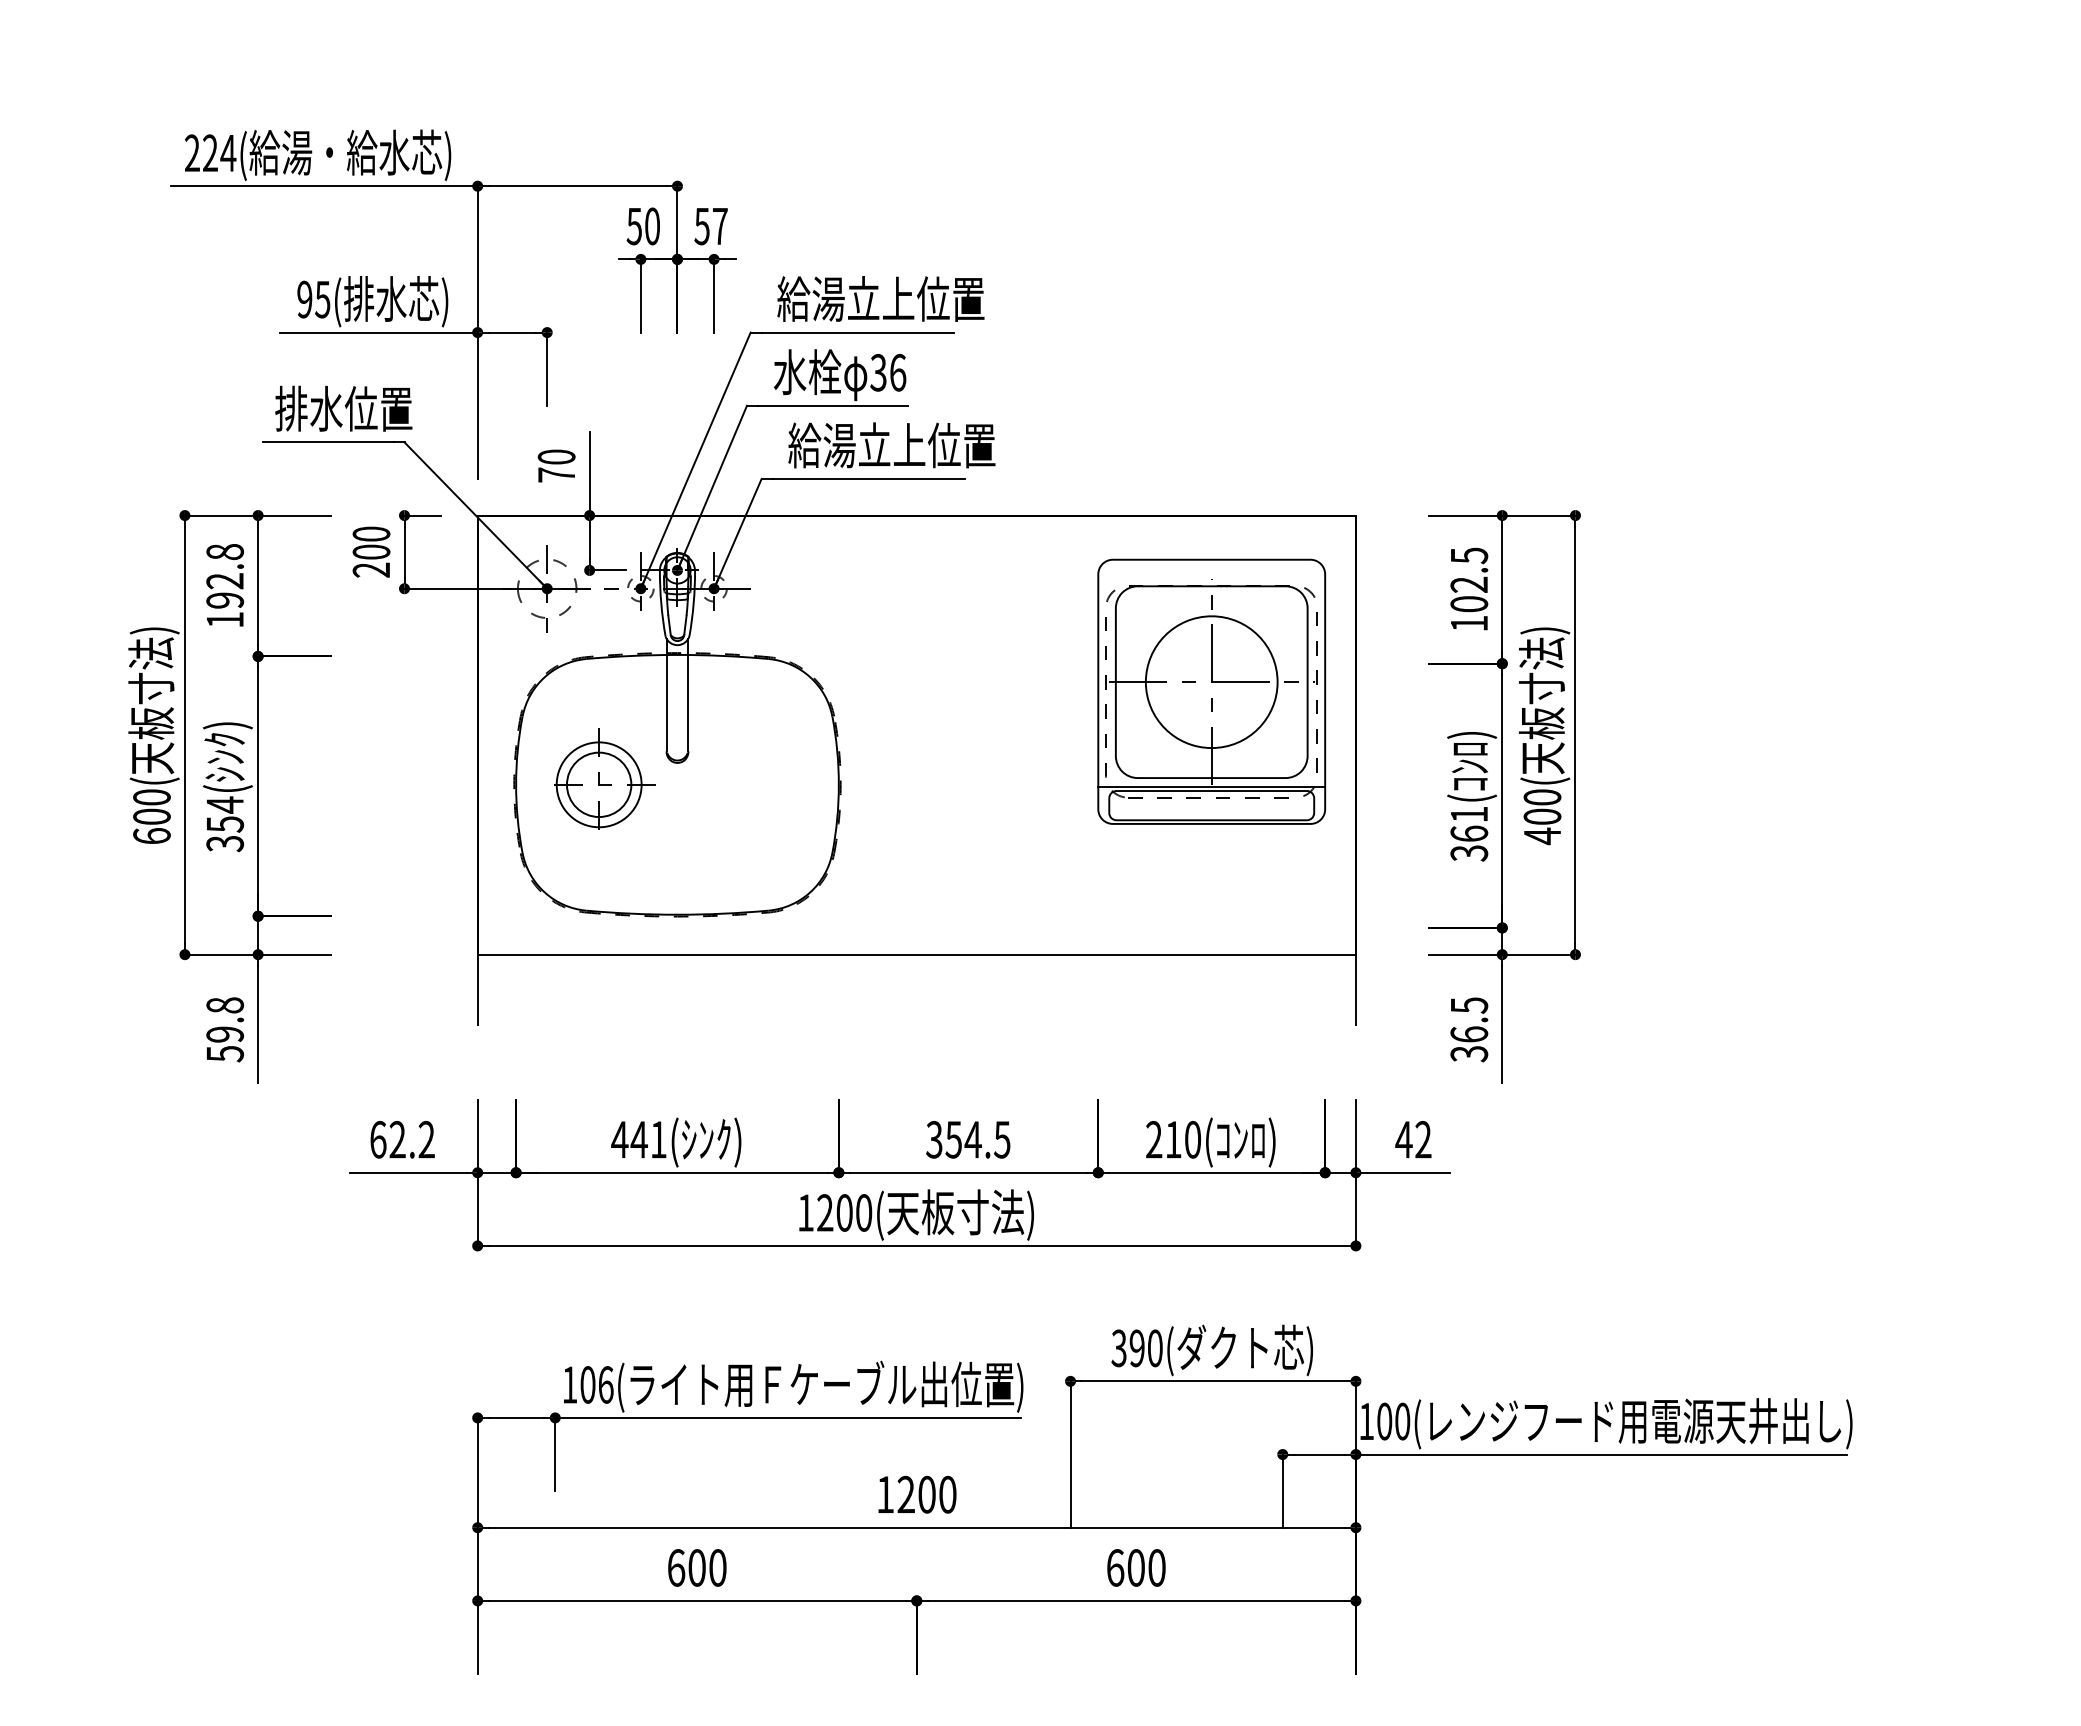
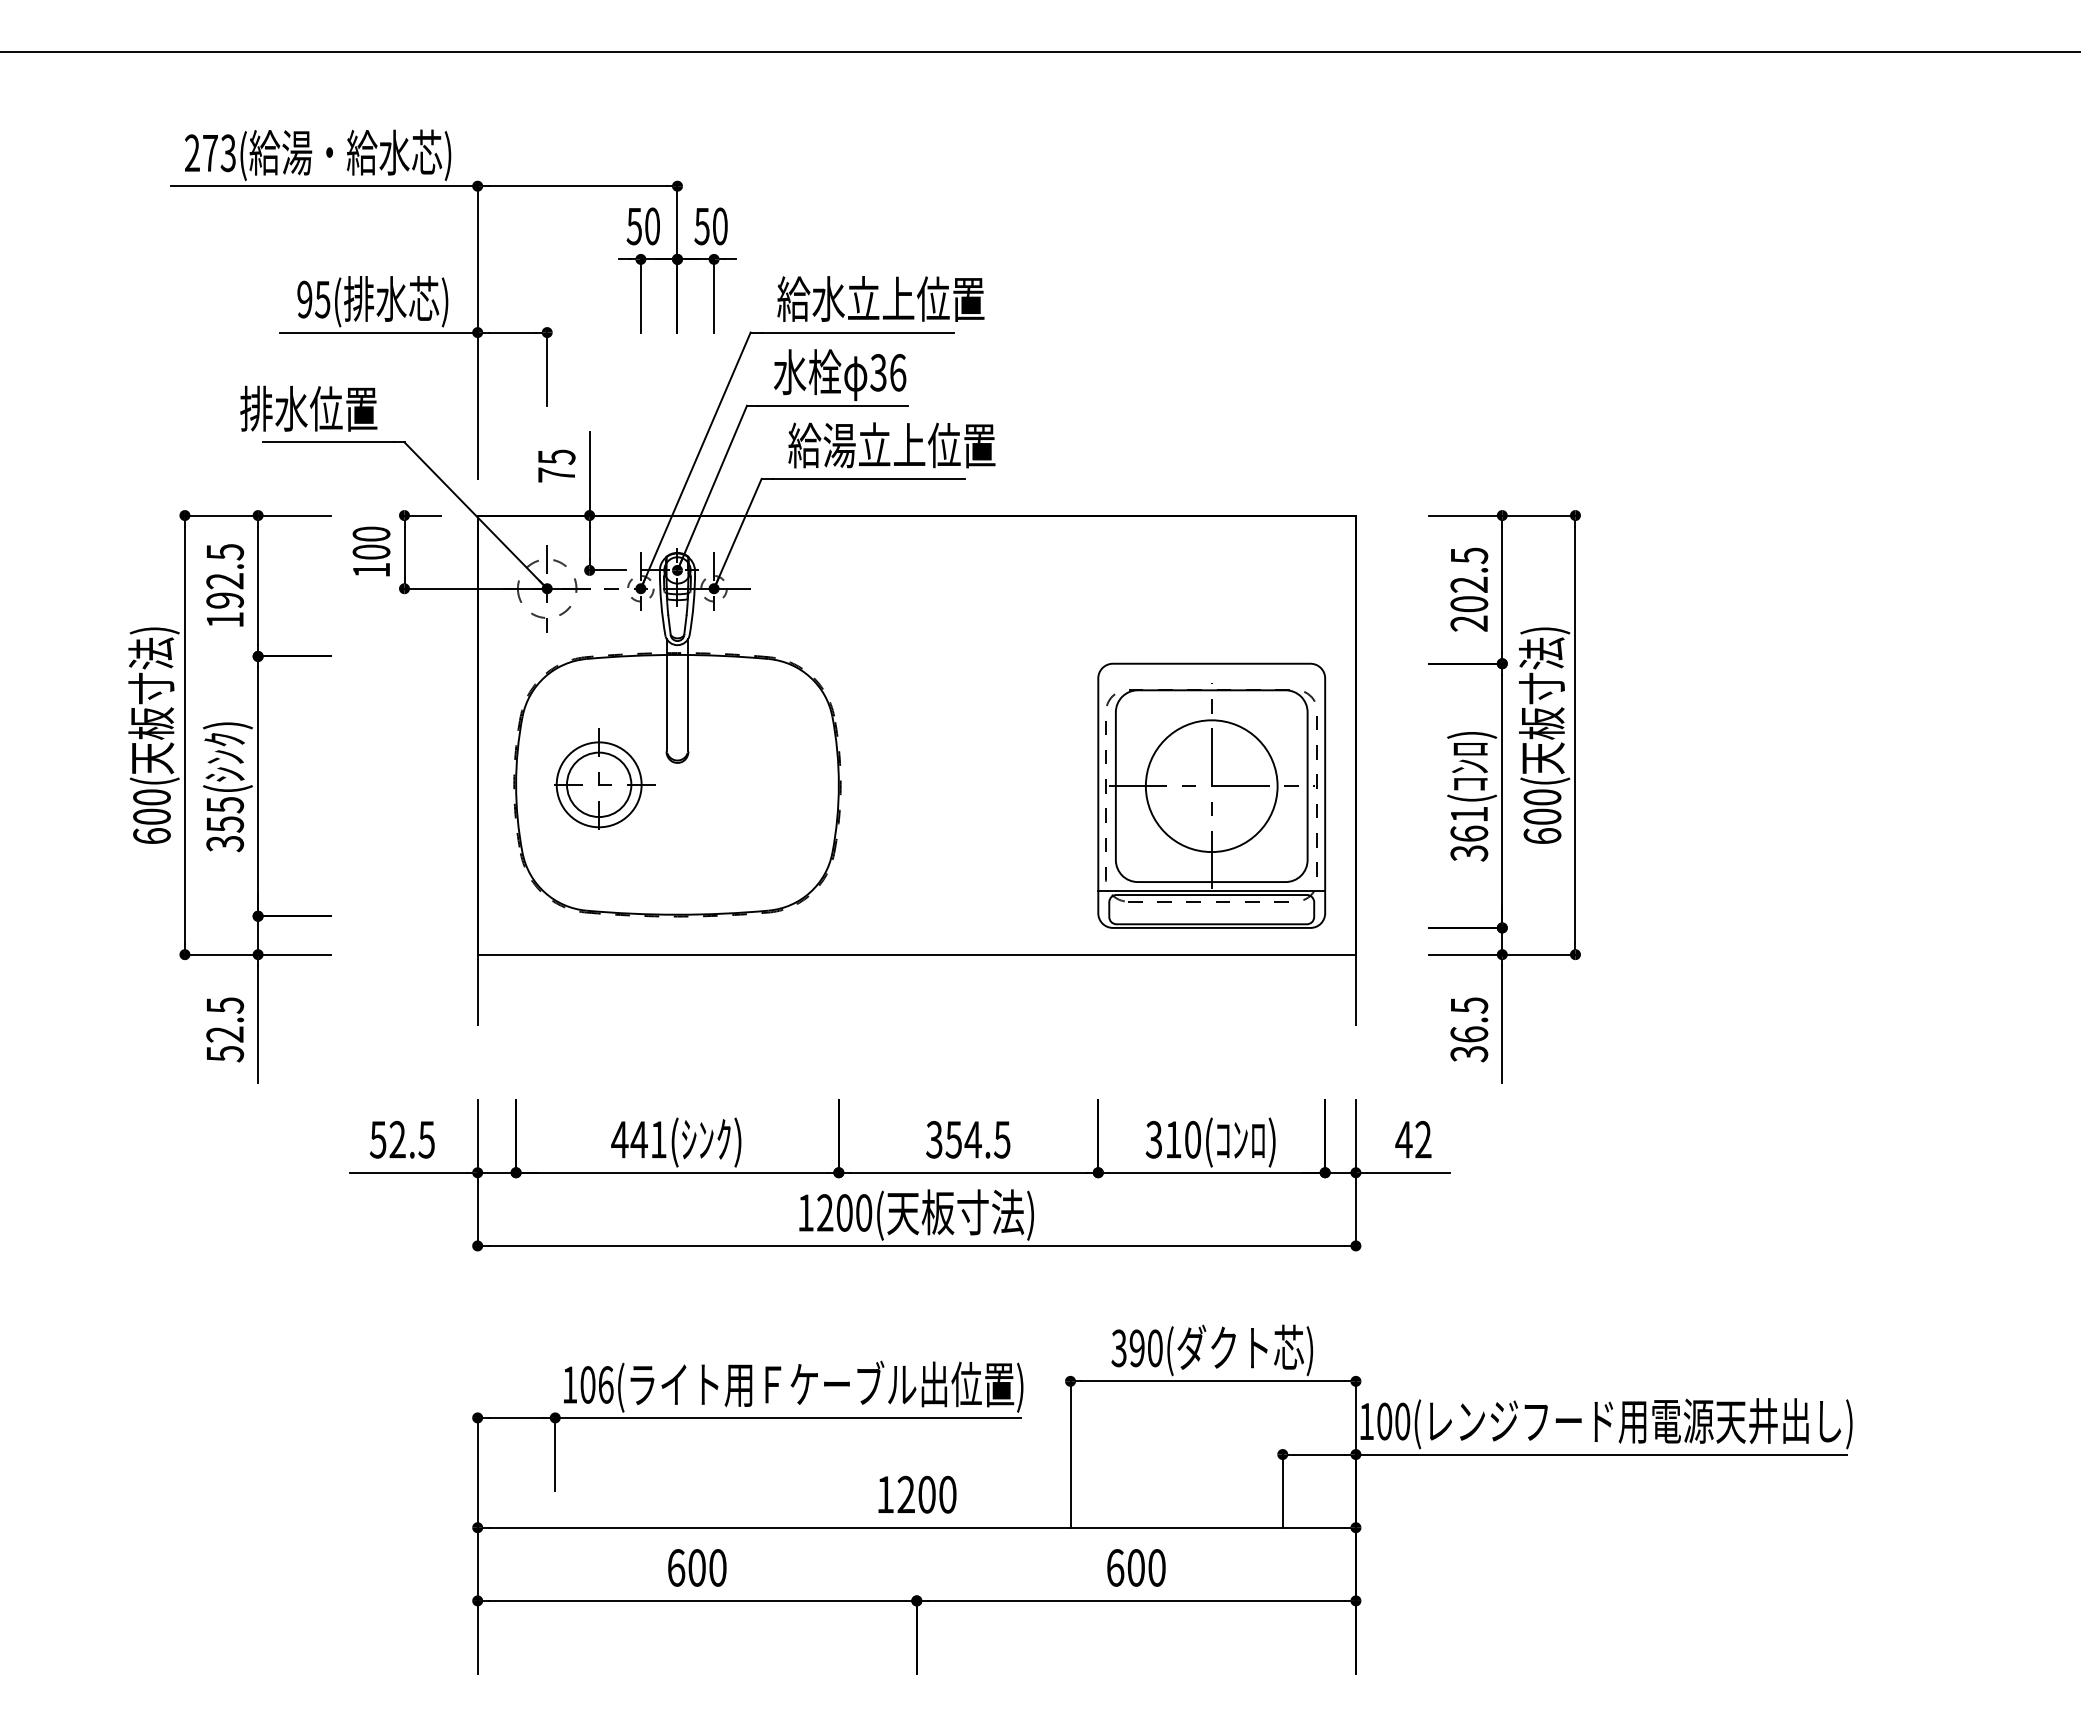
line at (1039, 51): none -> present
text at (219, 153): 224( -> 273(
text at (720, 226): 57 -> 50
text at (828, 298): 給湯立上位置 -> 給水立上位置
text at (343, 408) position: (343, 408) -> (308, 408)
text at (556, 456): 70 -> 75
text at (224, 552): 192.8 -> 192.5
text at (370, 569): 200 -> 100
text at (1468, 623): 102.5 -> 202.5
part at (1211, 691) position: (1211, 691) -> (1211, 795)
text at (225, 804): 354( -> 355(
text at (1542, 836): 400( -> 600(
text at (225, 1019): 59.8 -> 52.5
text at (401, 1139): 62.2 -> 52.5
text at (1153, 1140): 210( -> 310(
